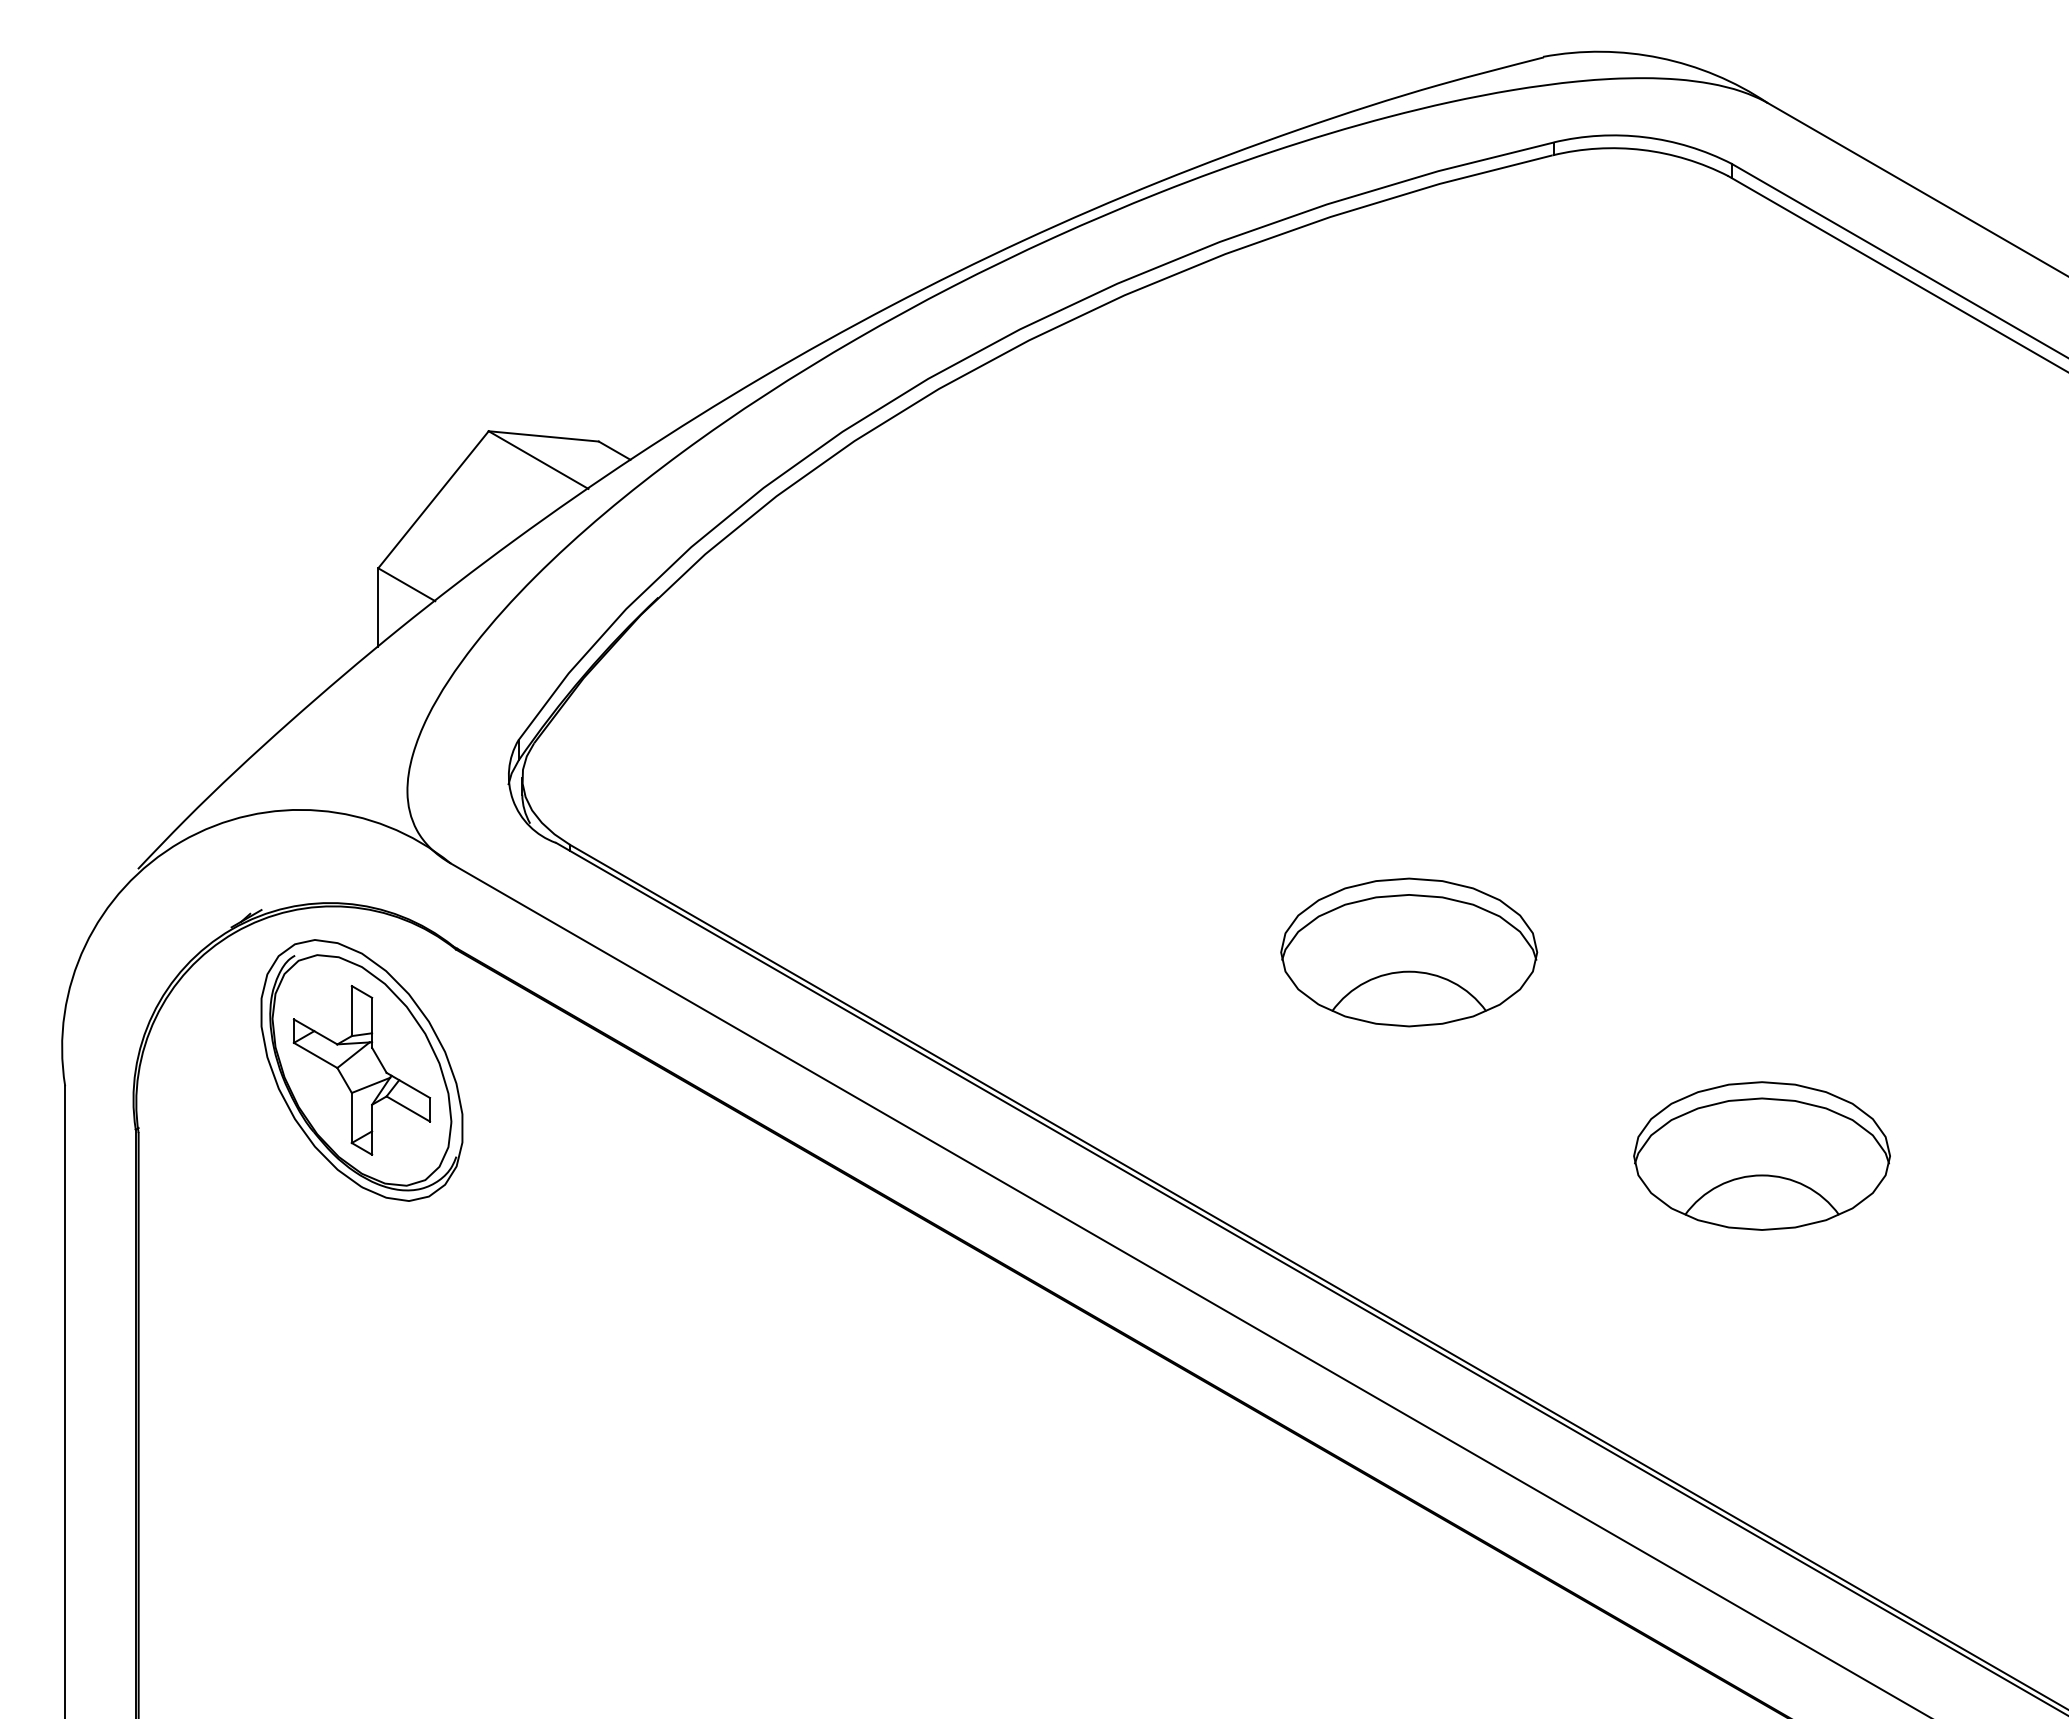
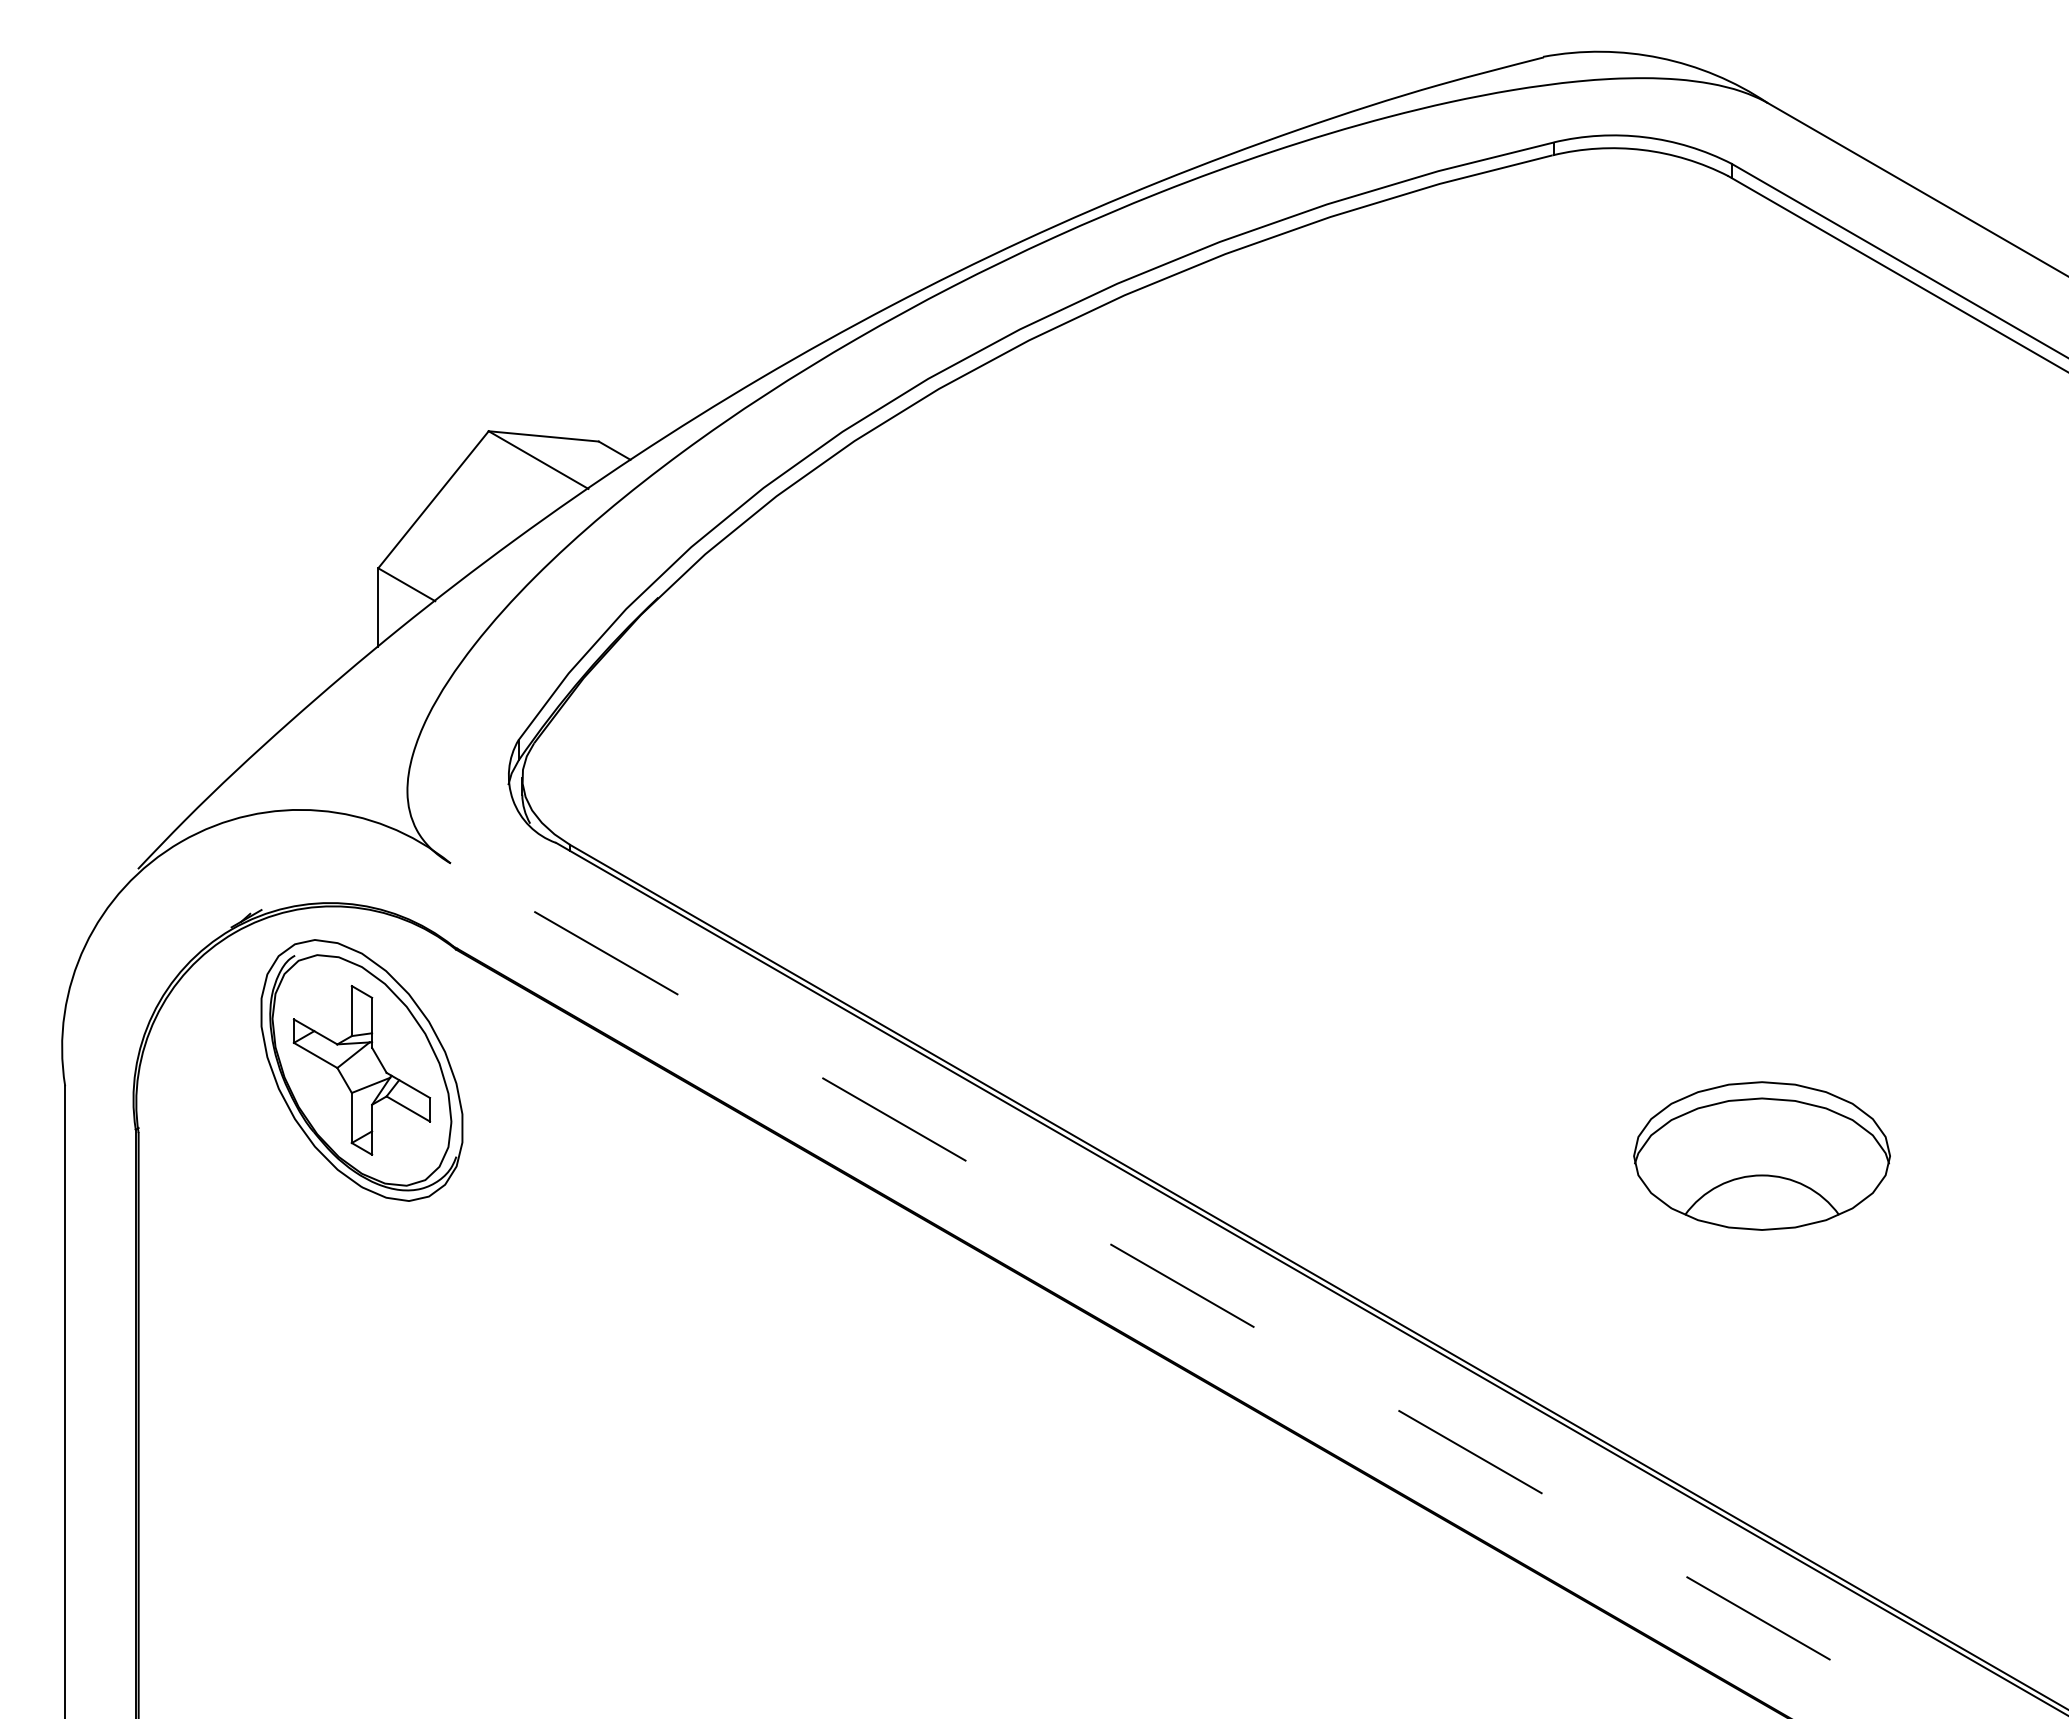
part at (1409, 952): present -> none
line at (1191, 1290): solid -> dashed
